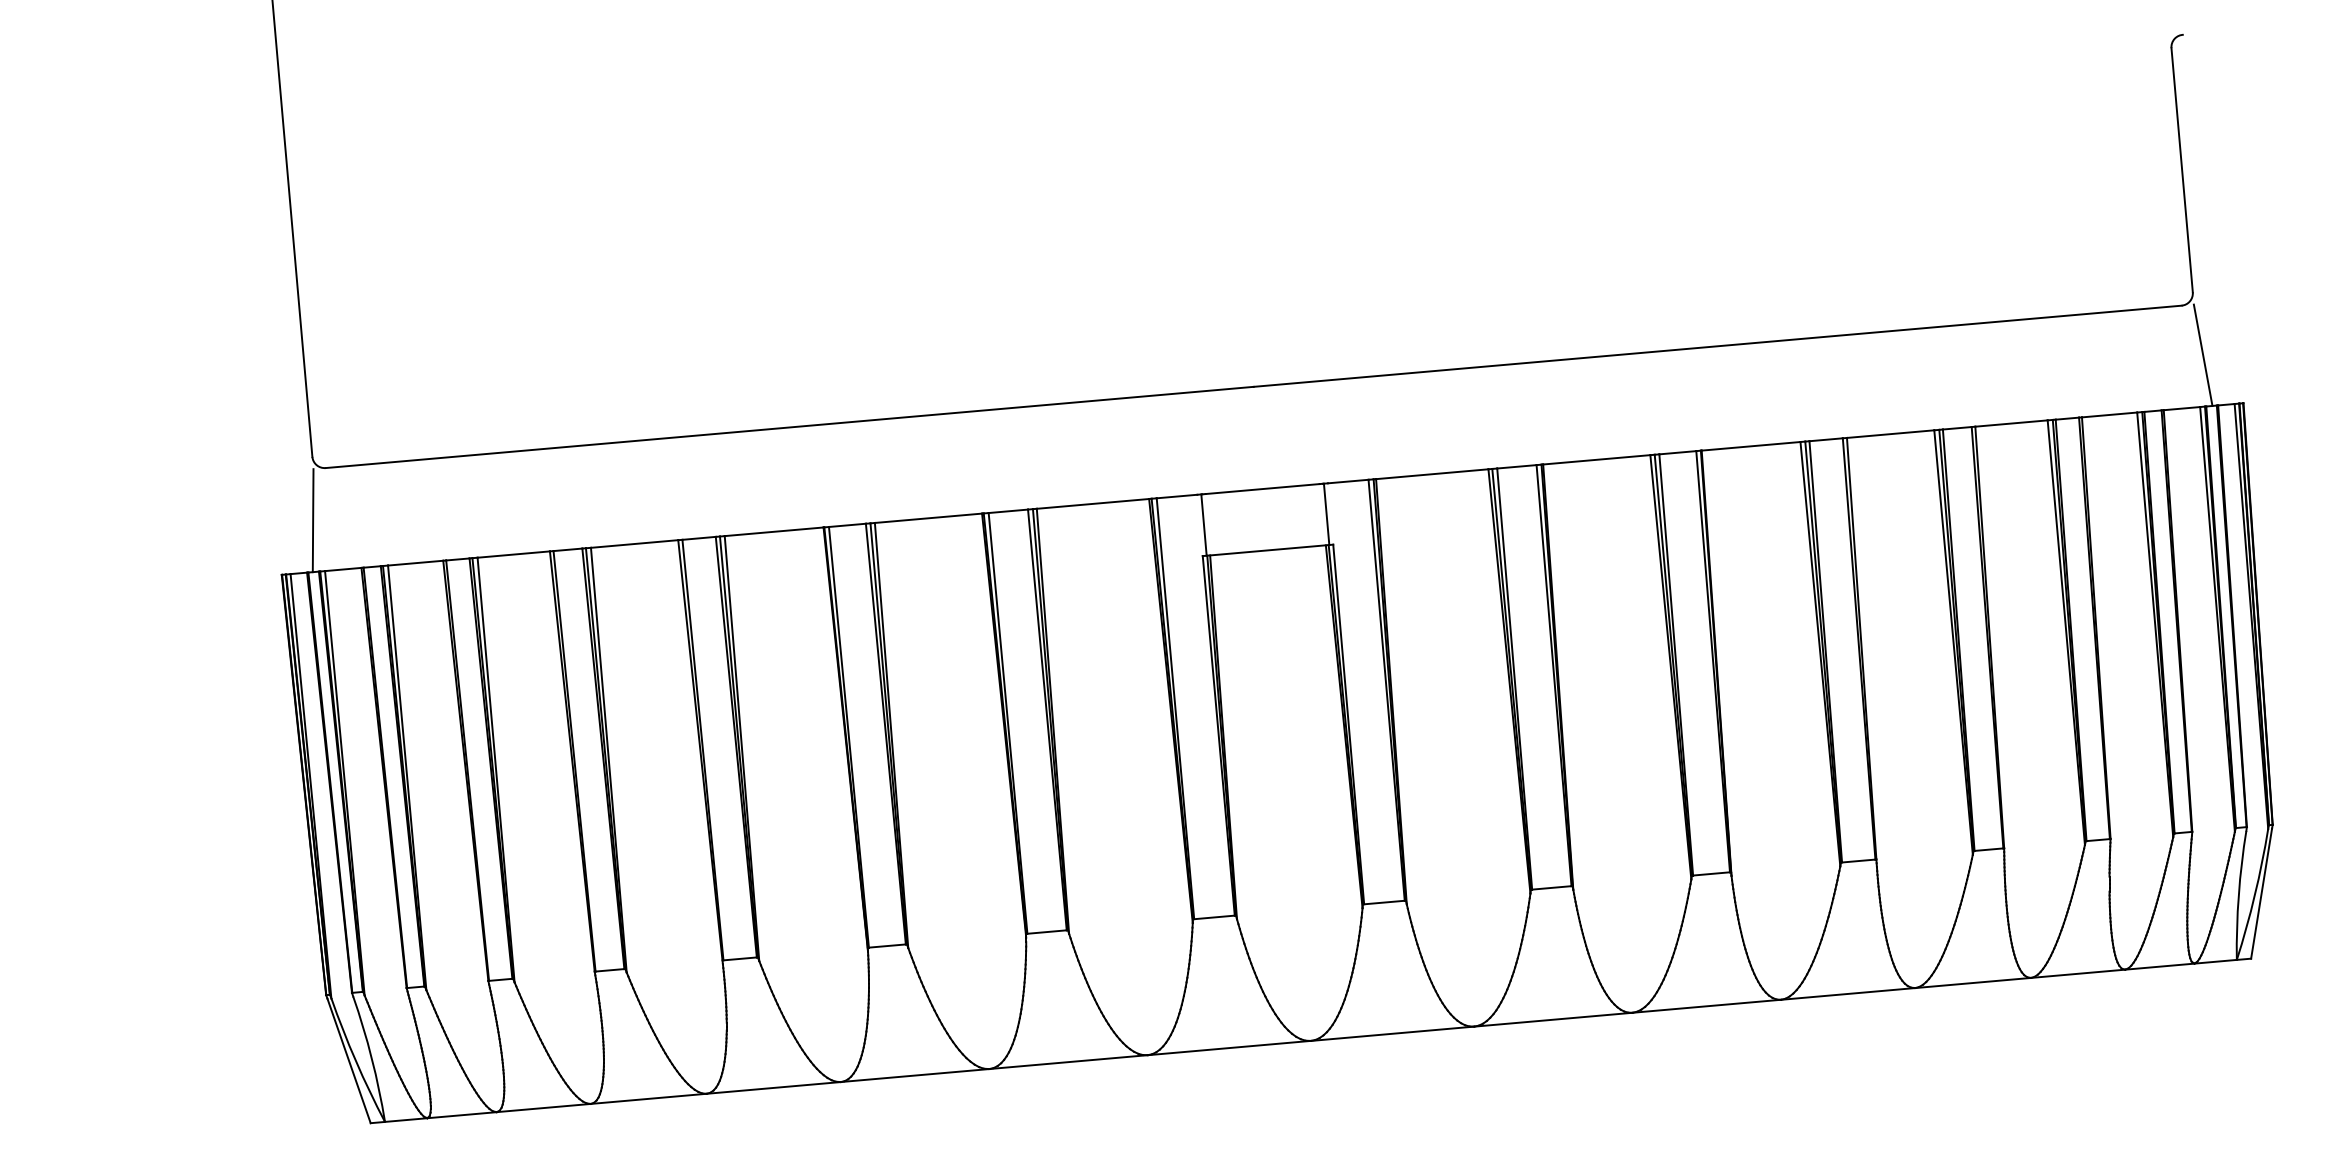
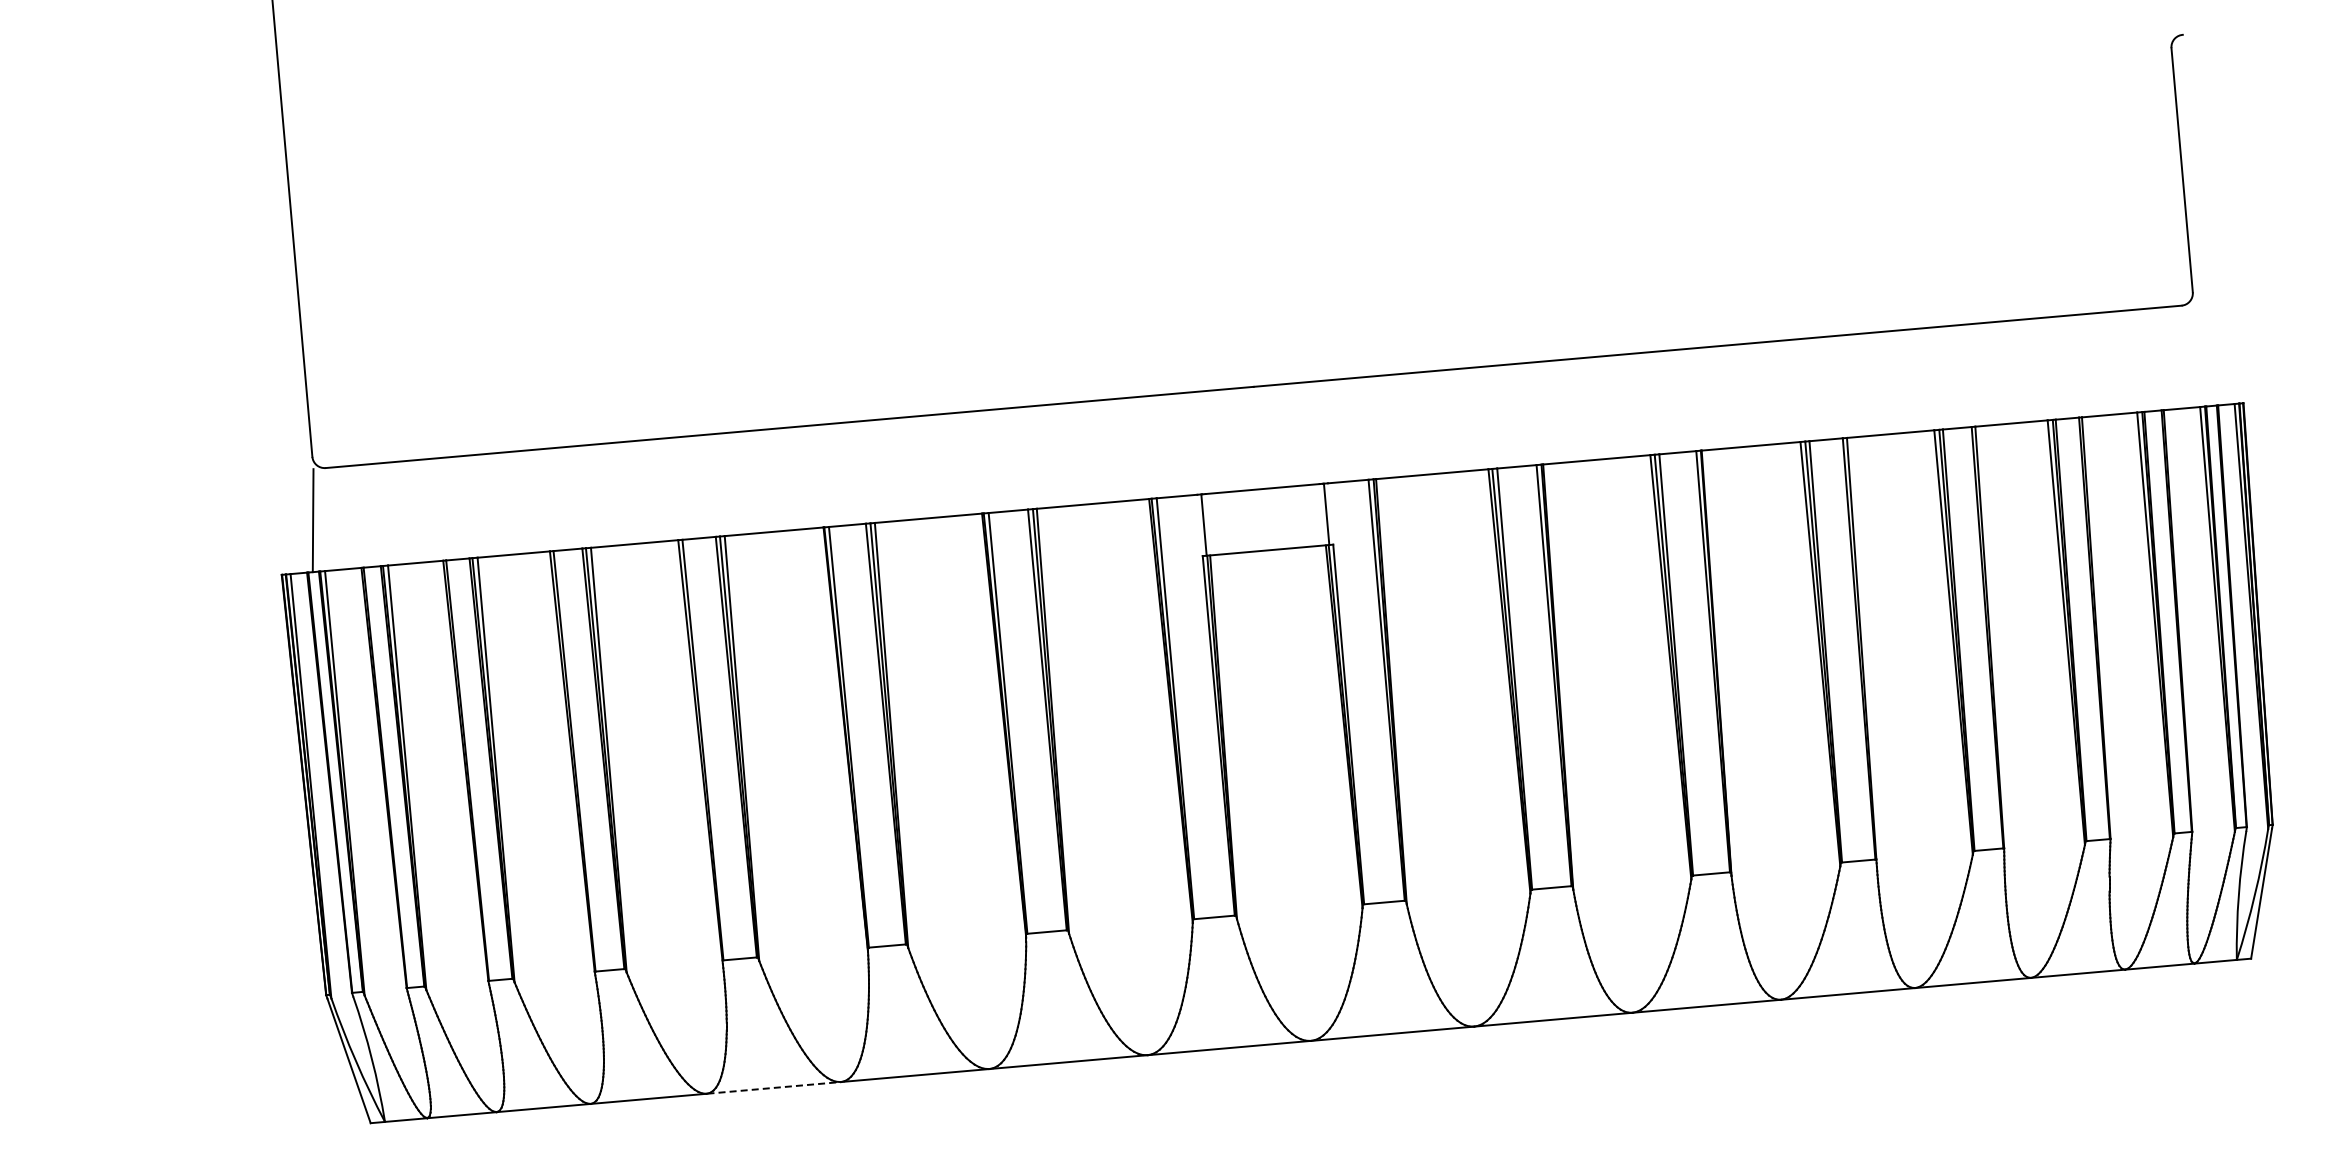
line at (2202, 354): present -> none
line at (774, 1087): solid -> dashed
